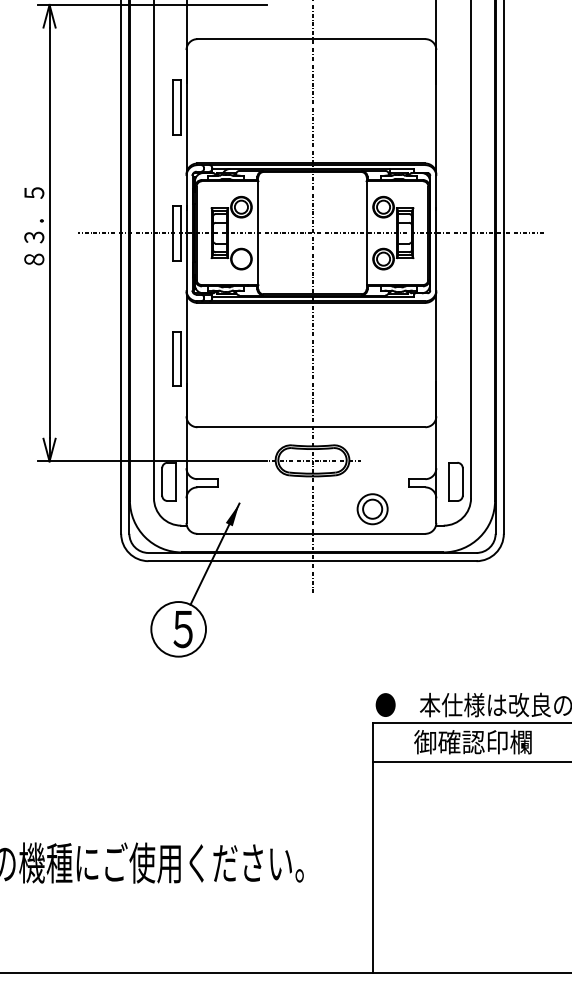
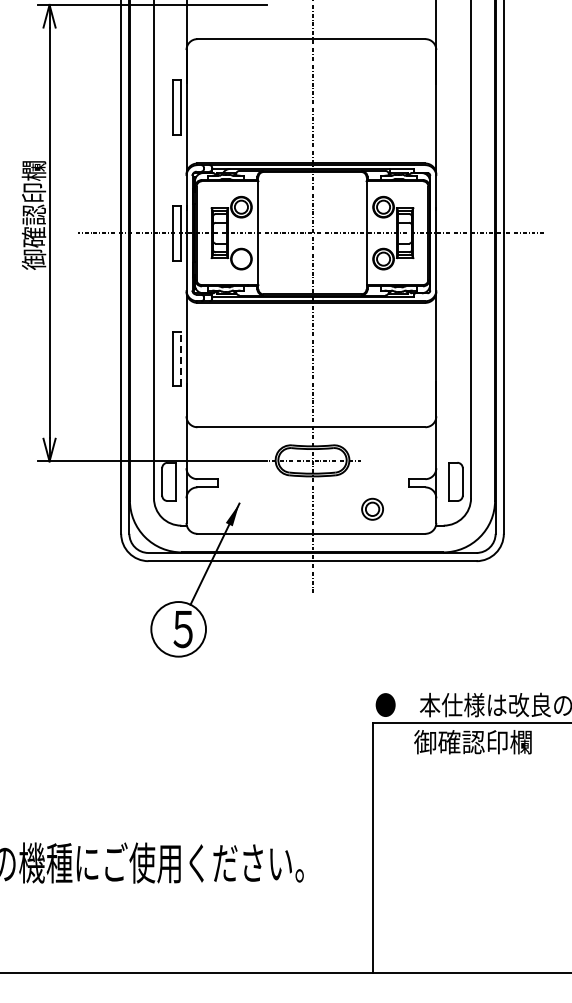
text at (33, 215): ８３．５ -> 御確認印欄
line at (181, 358): solid -> dashed
part at (372, 509) size: 33x33 px -> 23x24 px
line at (470, 762): present -> none
